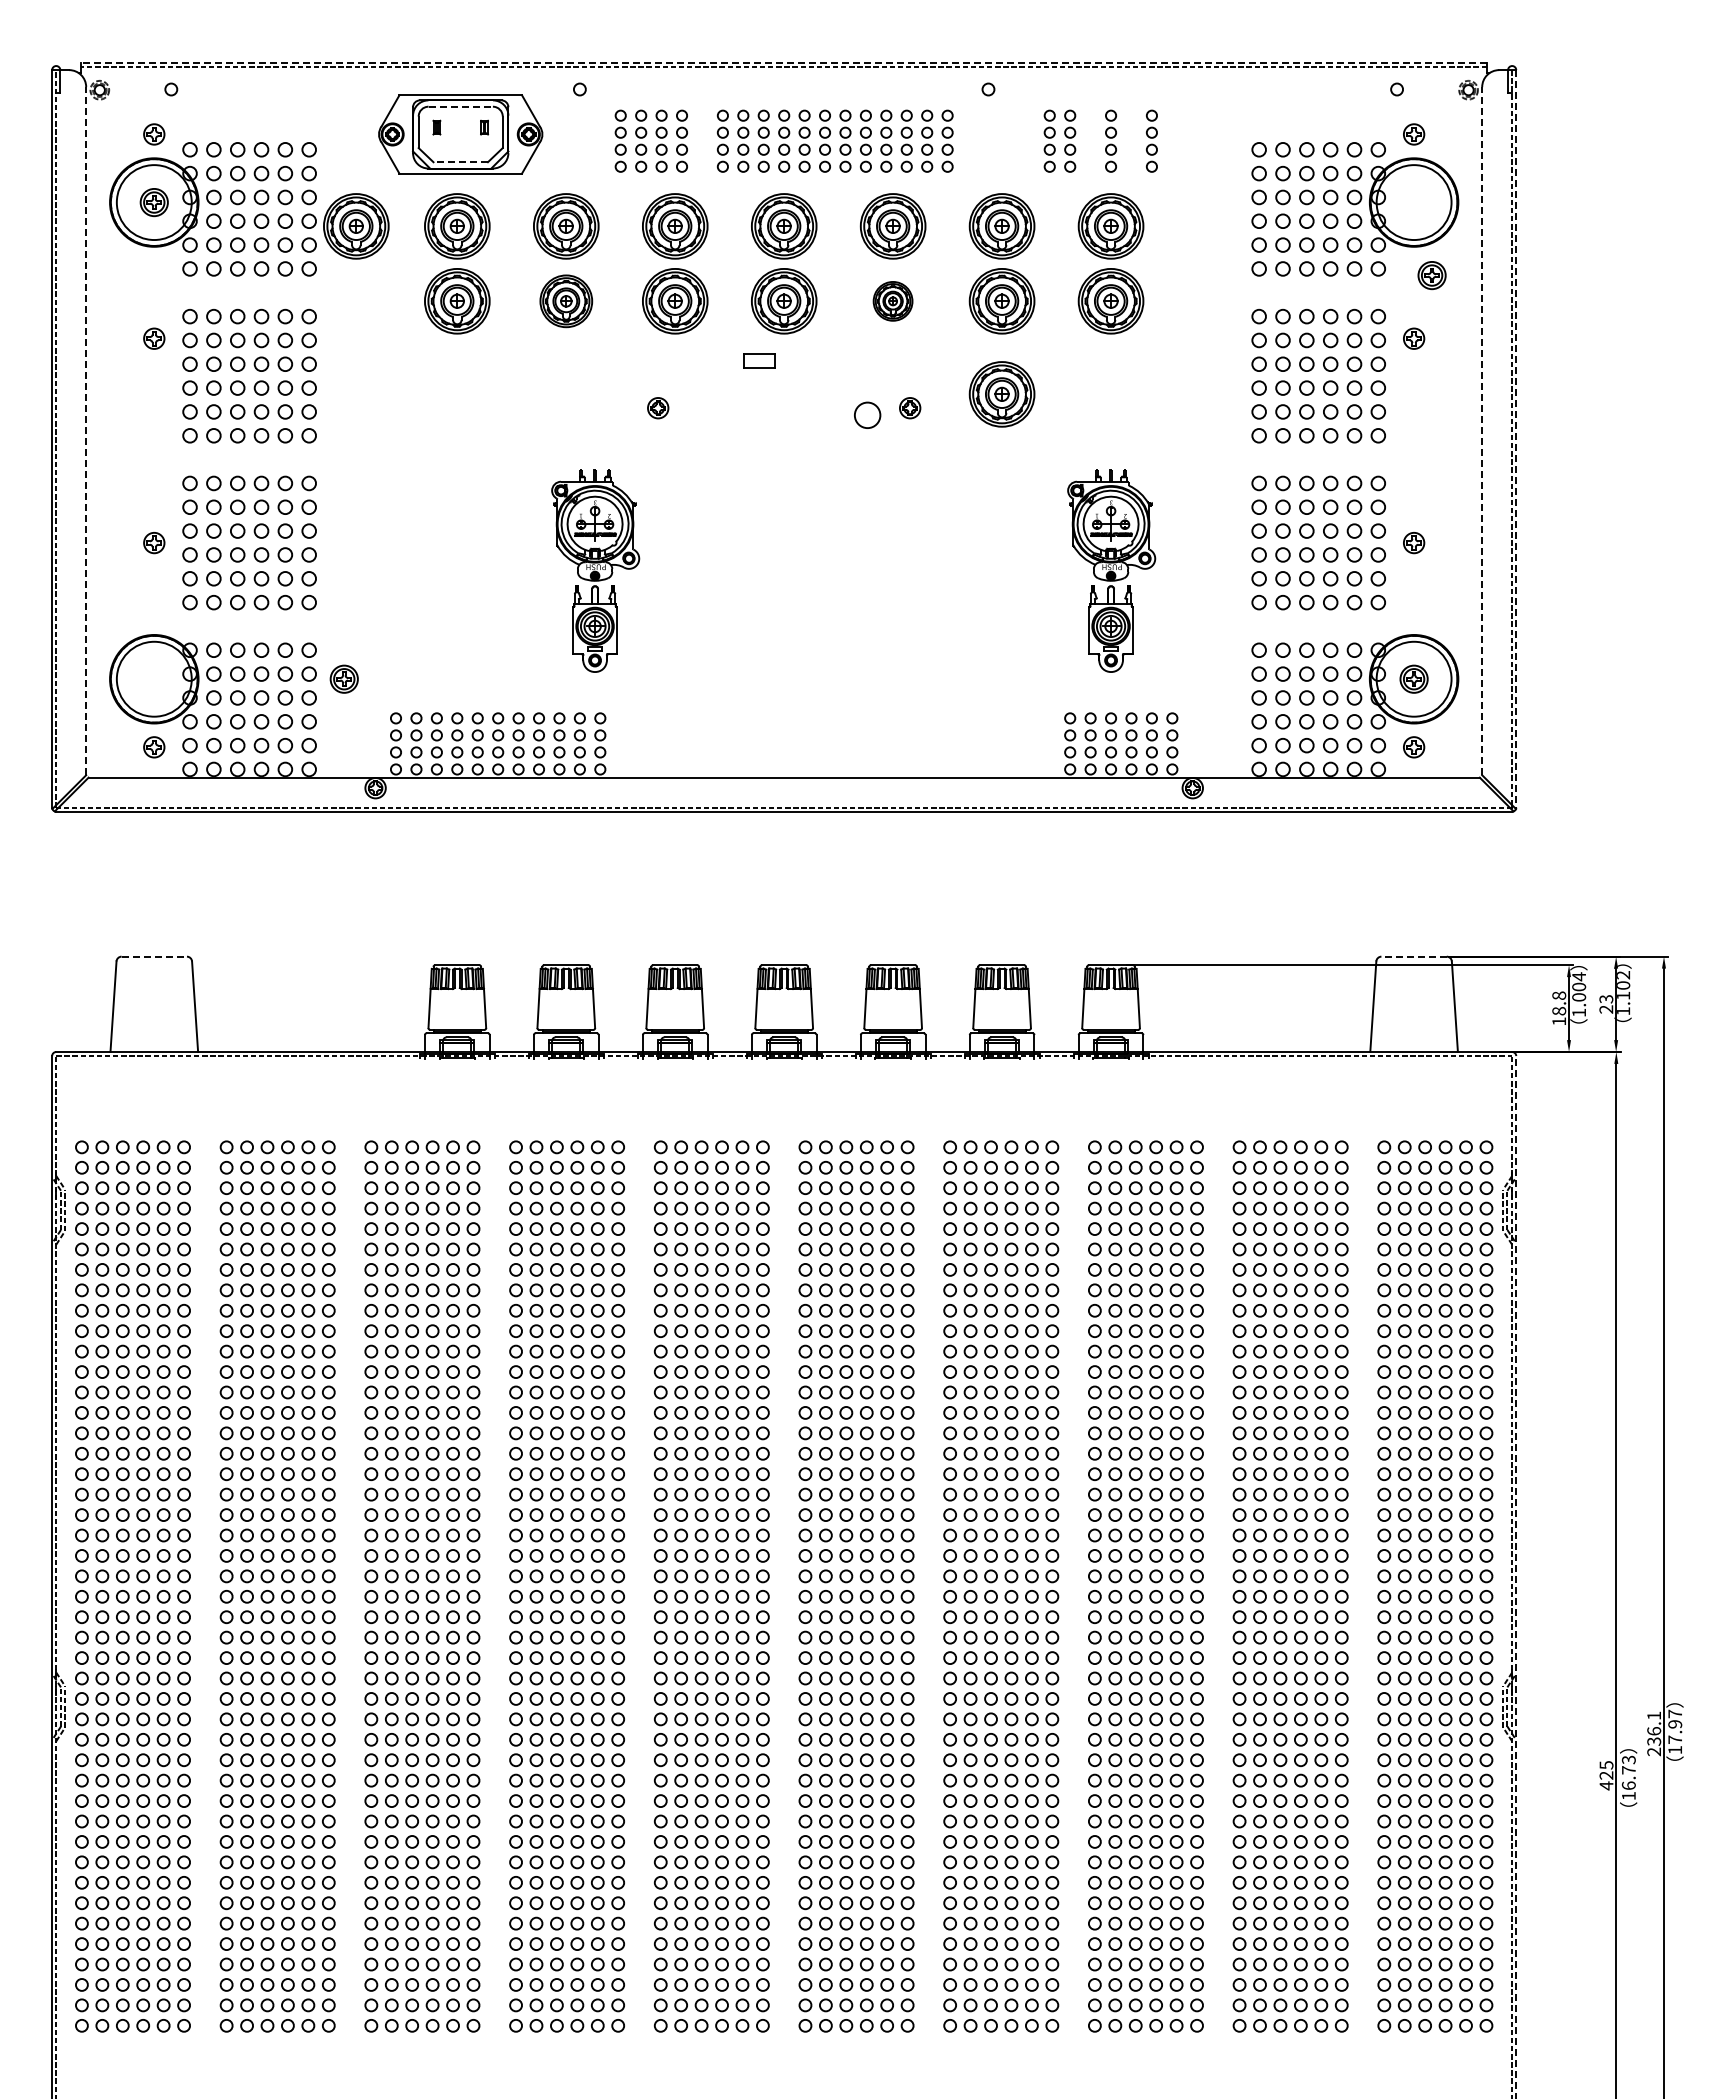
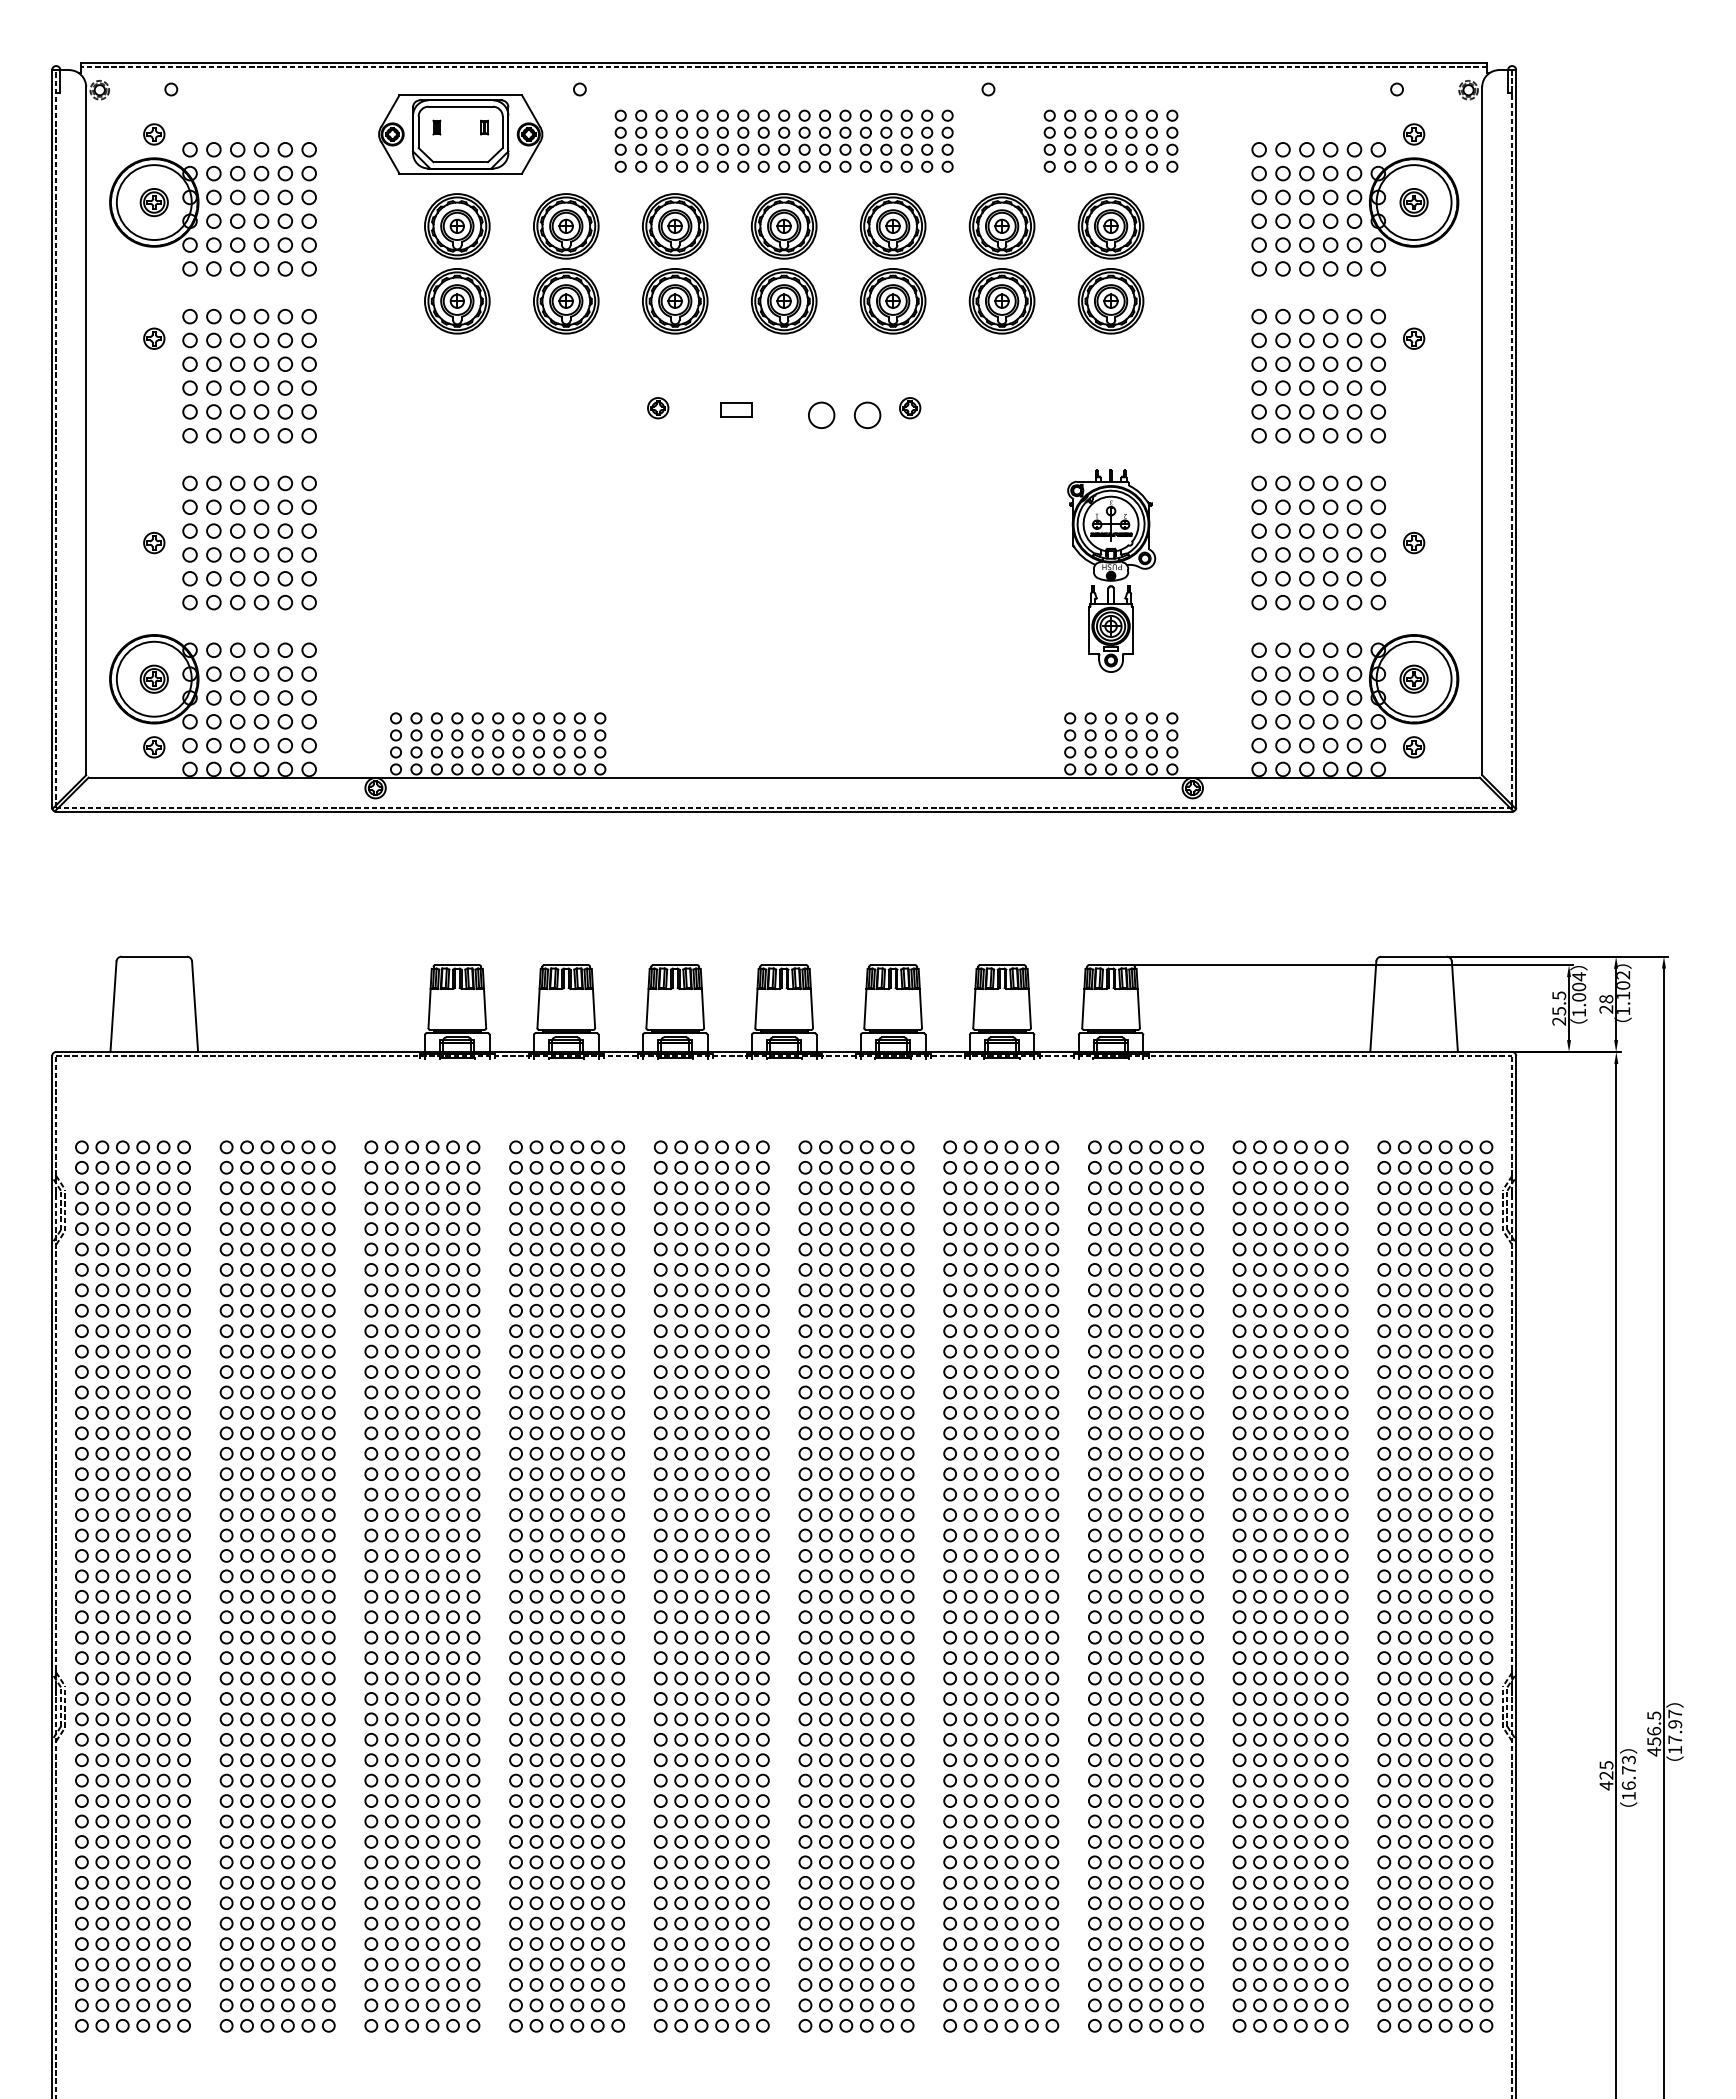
line at (784, 62): dashed -> solid
line at (461, 106): dashed -> solid
part at (702, 140): none -> present
part at (1090, 140): none -> present
part at (1131, 140): none -> present
part at (1172, 140): none -> present
line at (460, 162): dashed -> solid
part at (356, 226): present -> none
part at (1431, 275) position: (1431, 275) -> (1413, 202)
part at (566, 301) size: 55x55 px -> 67x67 px
part at (892, 301) size: 42x41 px -> 68x67 px
part at (759, 360) position: (759, 360) -> (736, 409)
part at (1001, 394): present -> none
circle at (821, 414): none -> present
line at (86, 430): dashed -> solid
line at (1482, 430): dashed -> solid
line at (1516, 438): dashed -> solid
part at (595, 570): present -> none
part at (343, 678) position: (343, 678) -> (153, 678)
line at (154, 956): dashed -> solid
line at (1414, 956): dashed -> solid
text at (1606, 999): 23 -> 28
text at (1559, 1008): 18.8 -> 25.5
line at (1516, 1576): dashed -> solid
text at (1654, 1733): 236.1 -> 456.5
